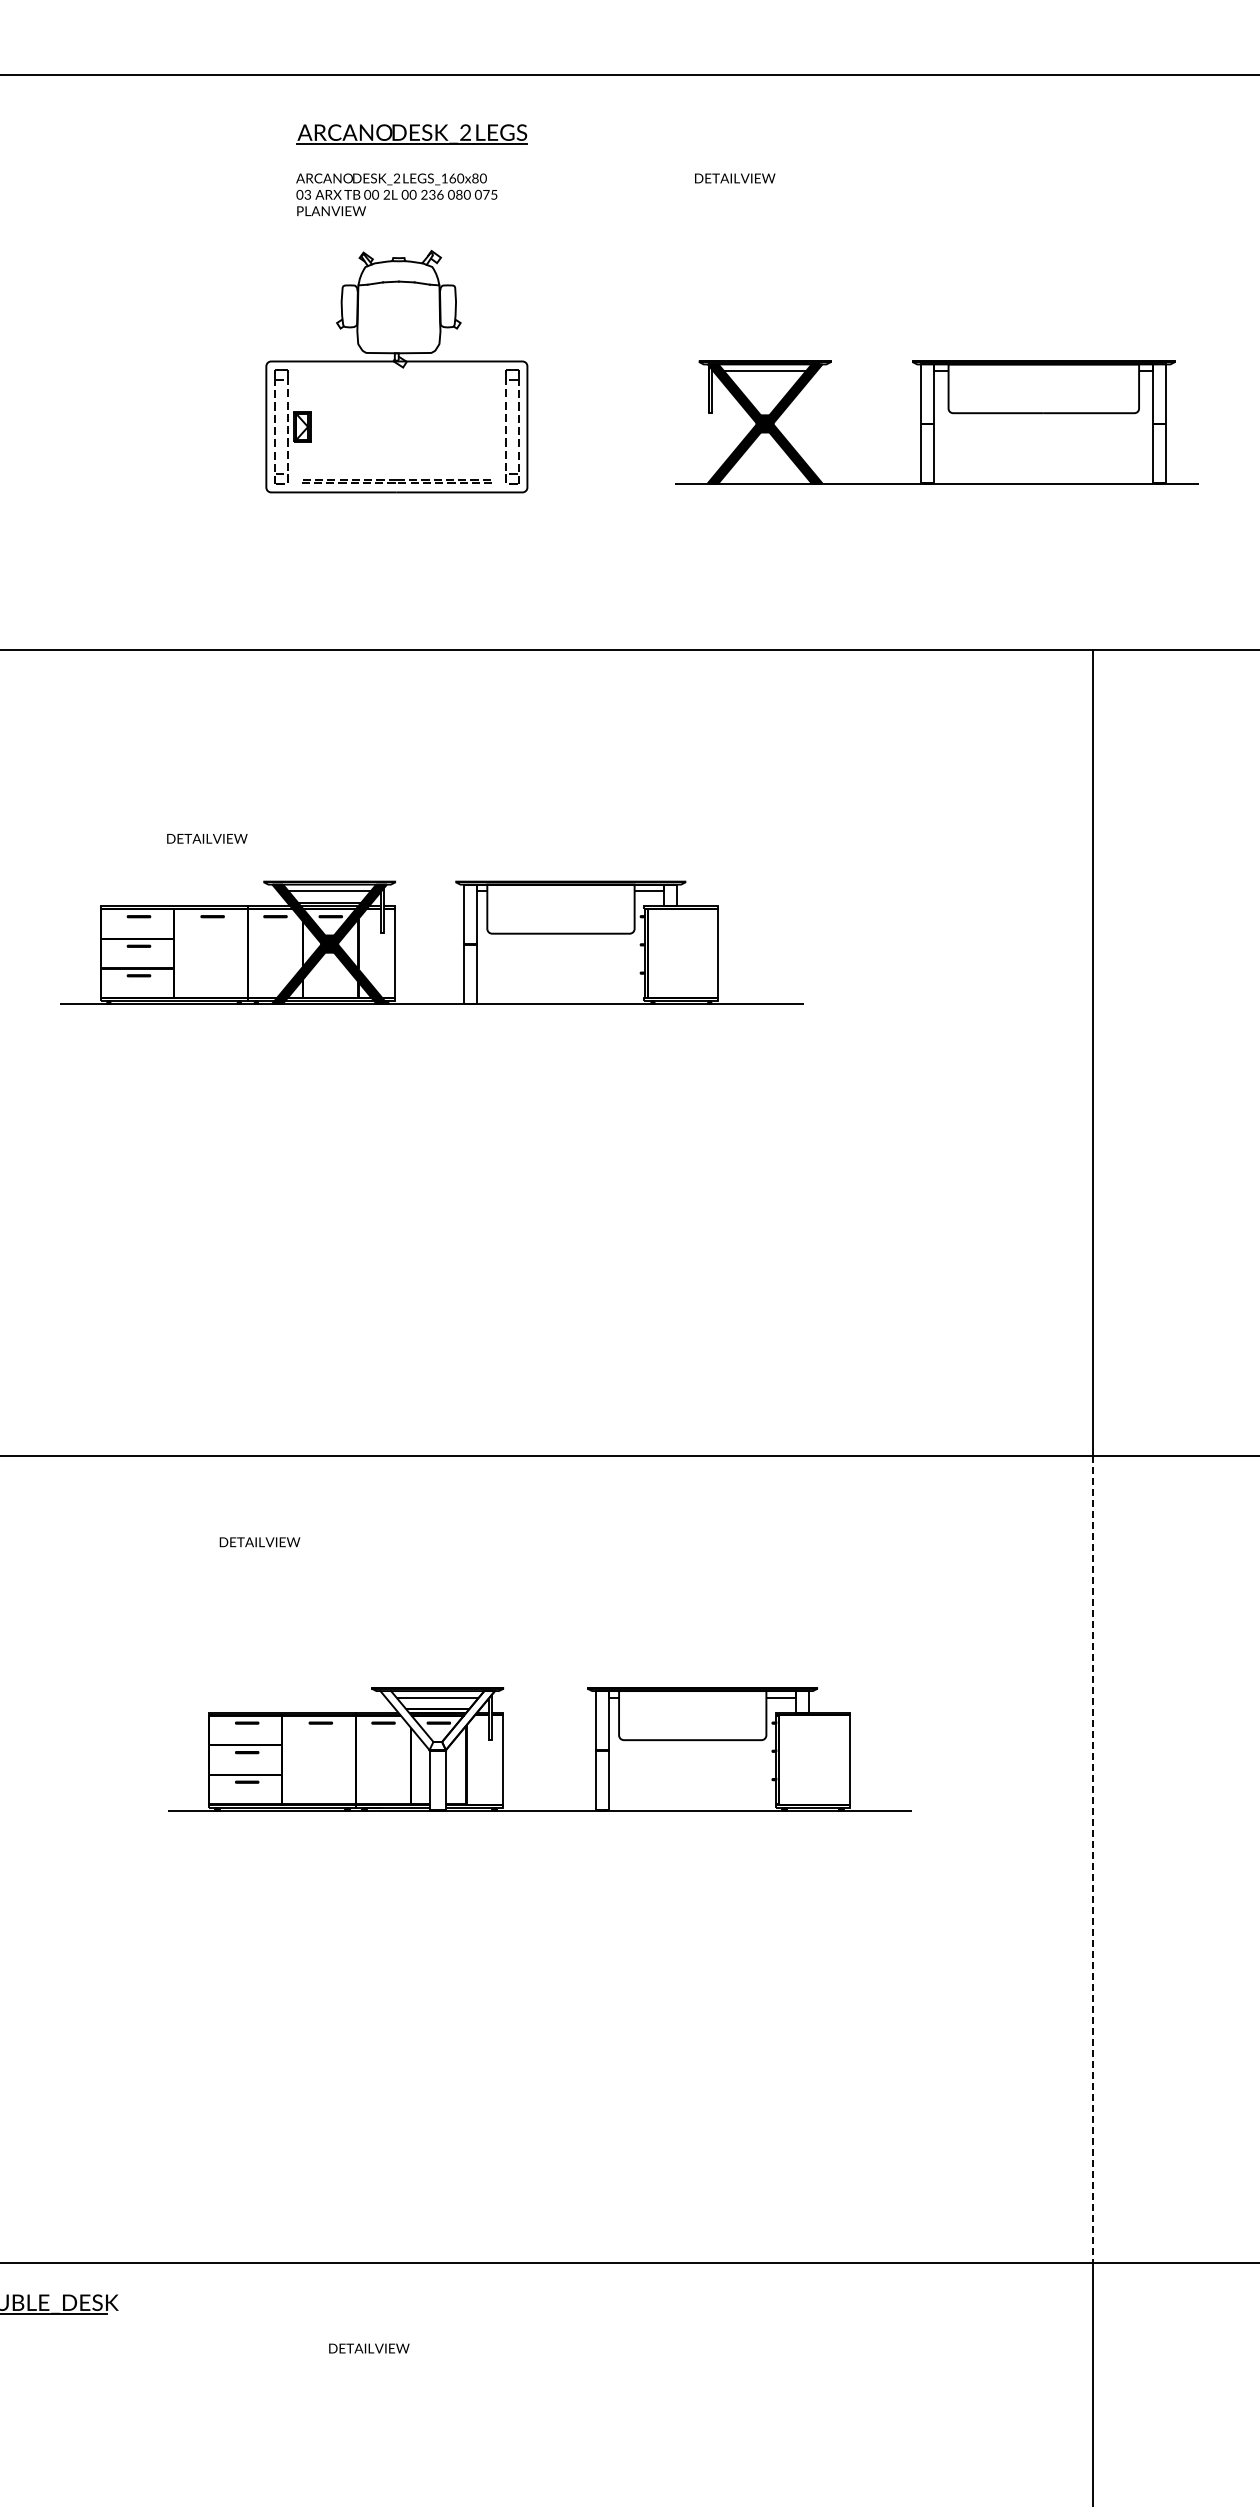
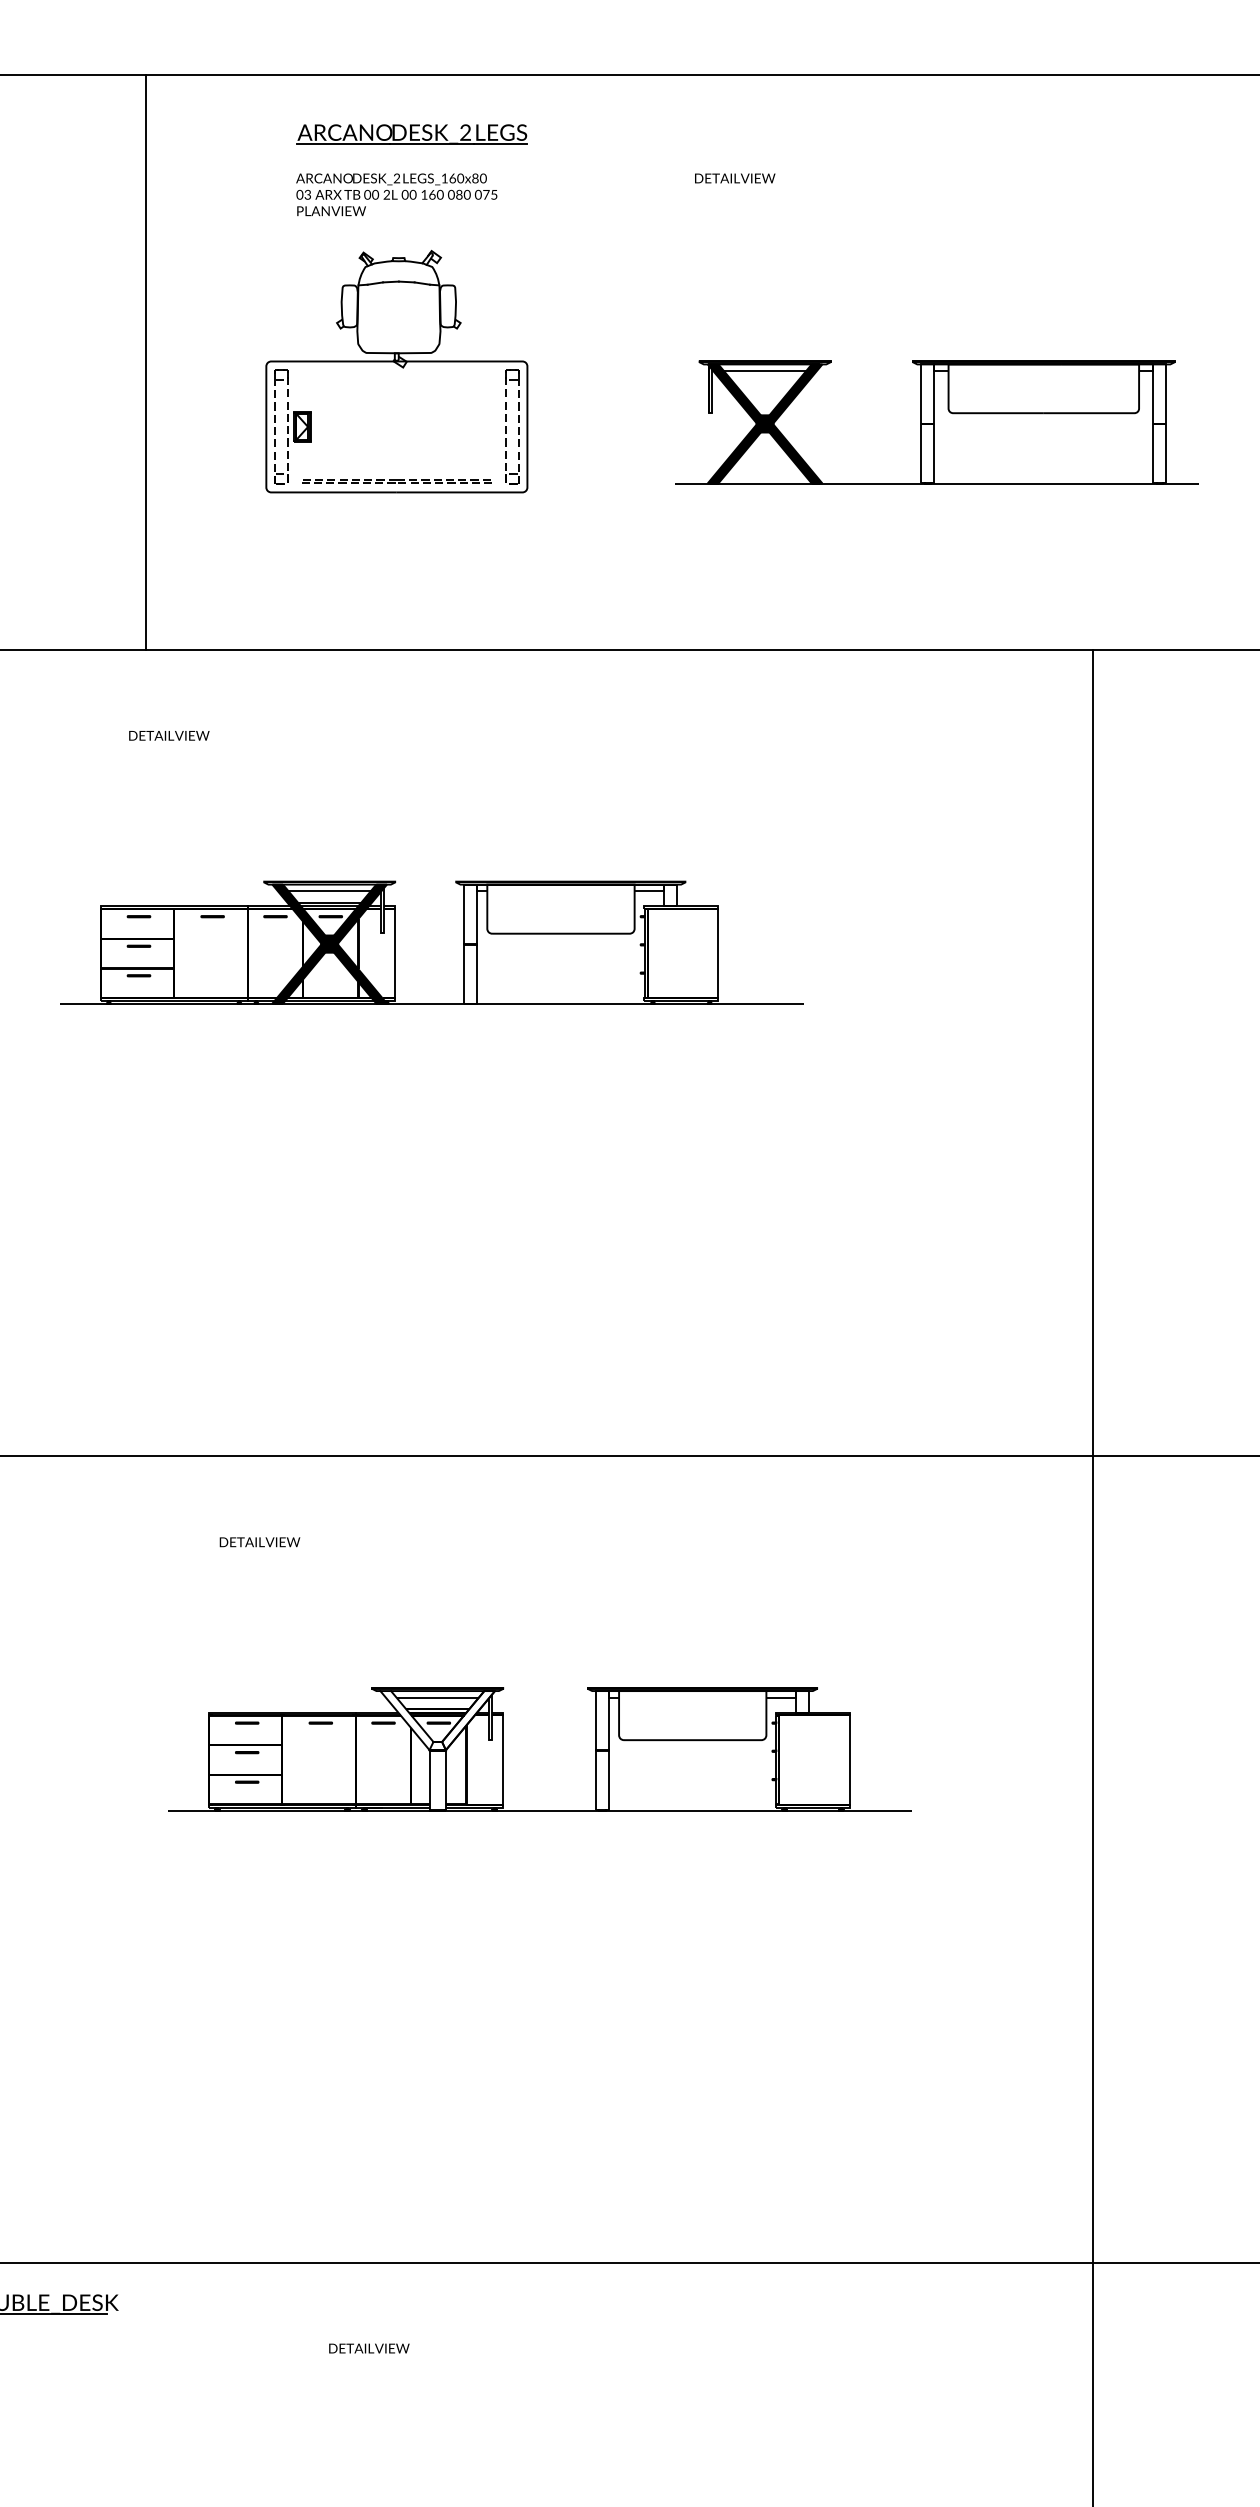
text at (432, 194): 236 -> 160
line at (146, 362): none -> present
text at (207, 838) position: (207, 838) -> (169, 735)
line at (1092, 1859): dashed -> solid
